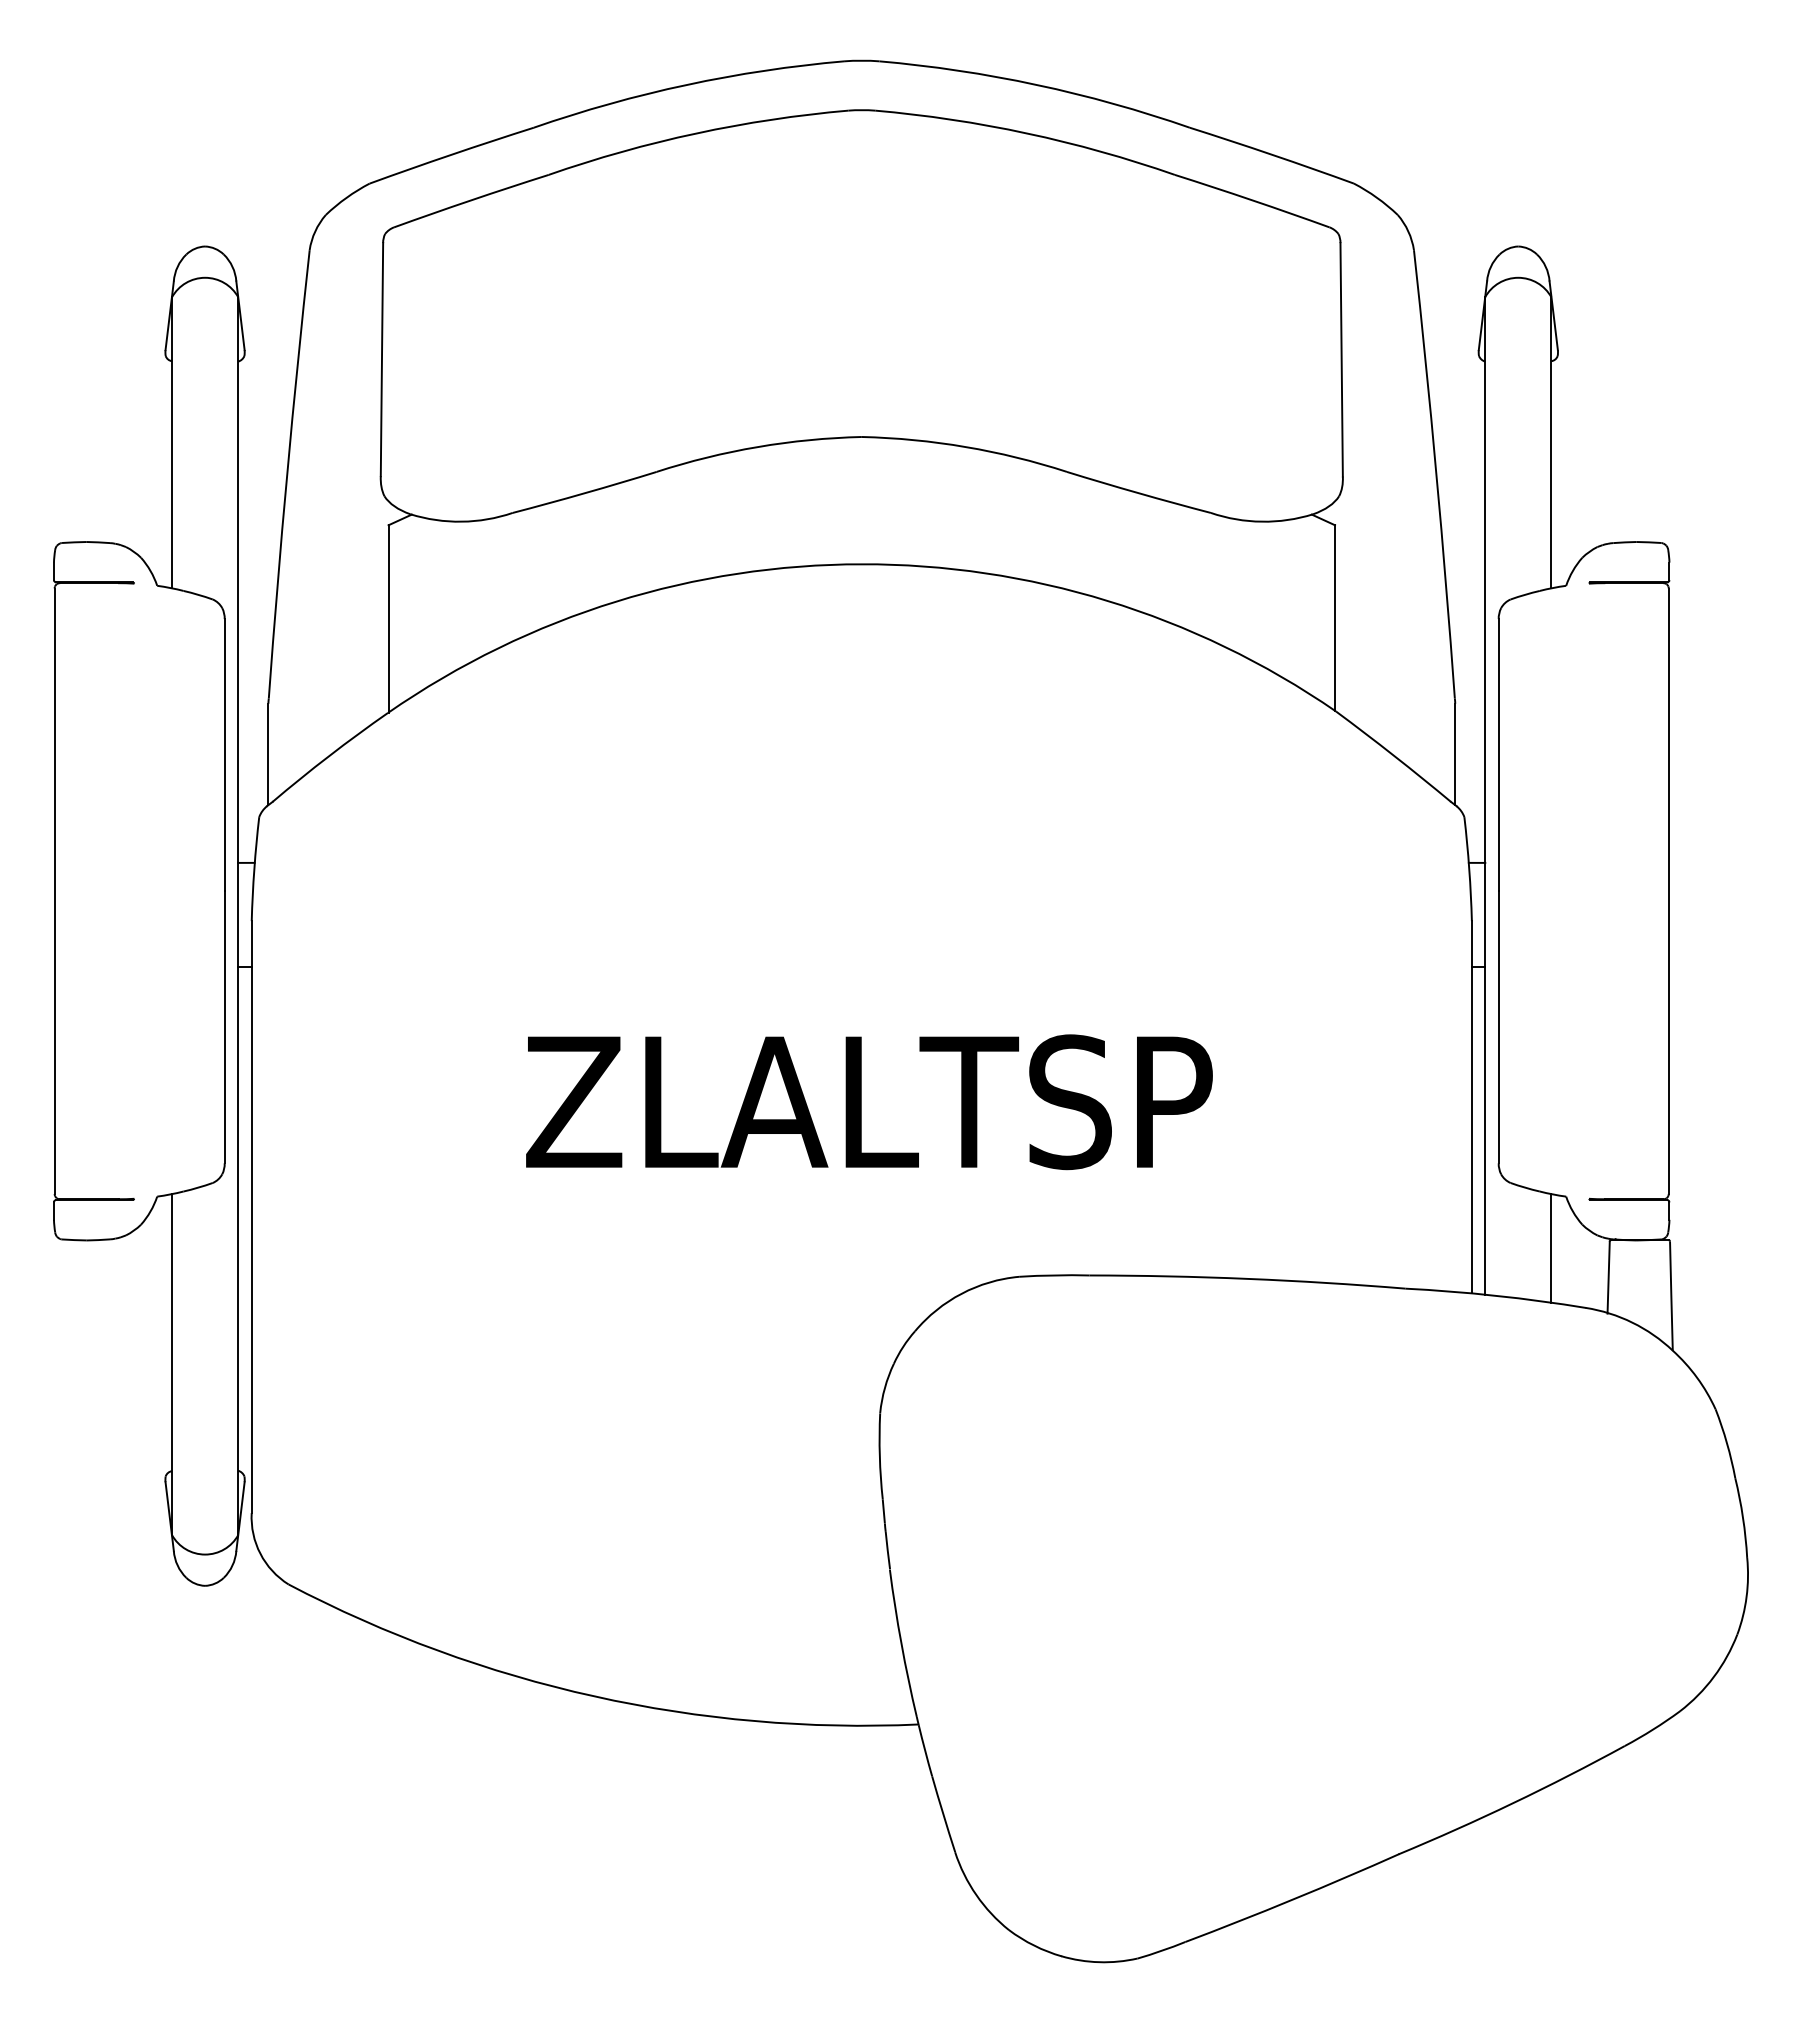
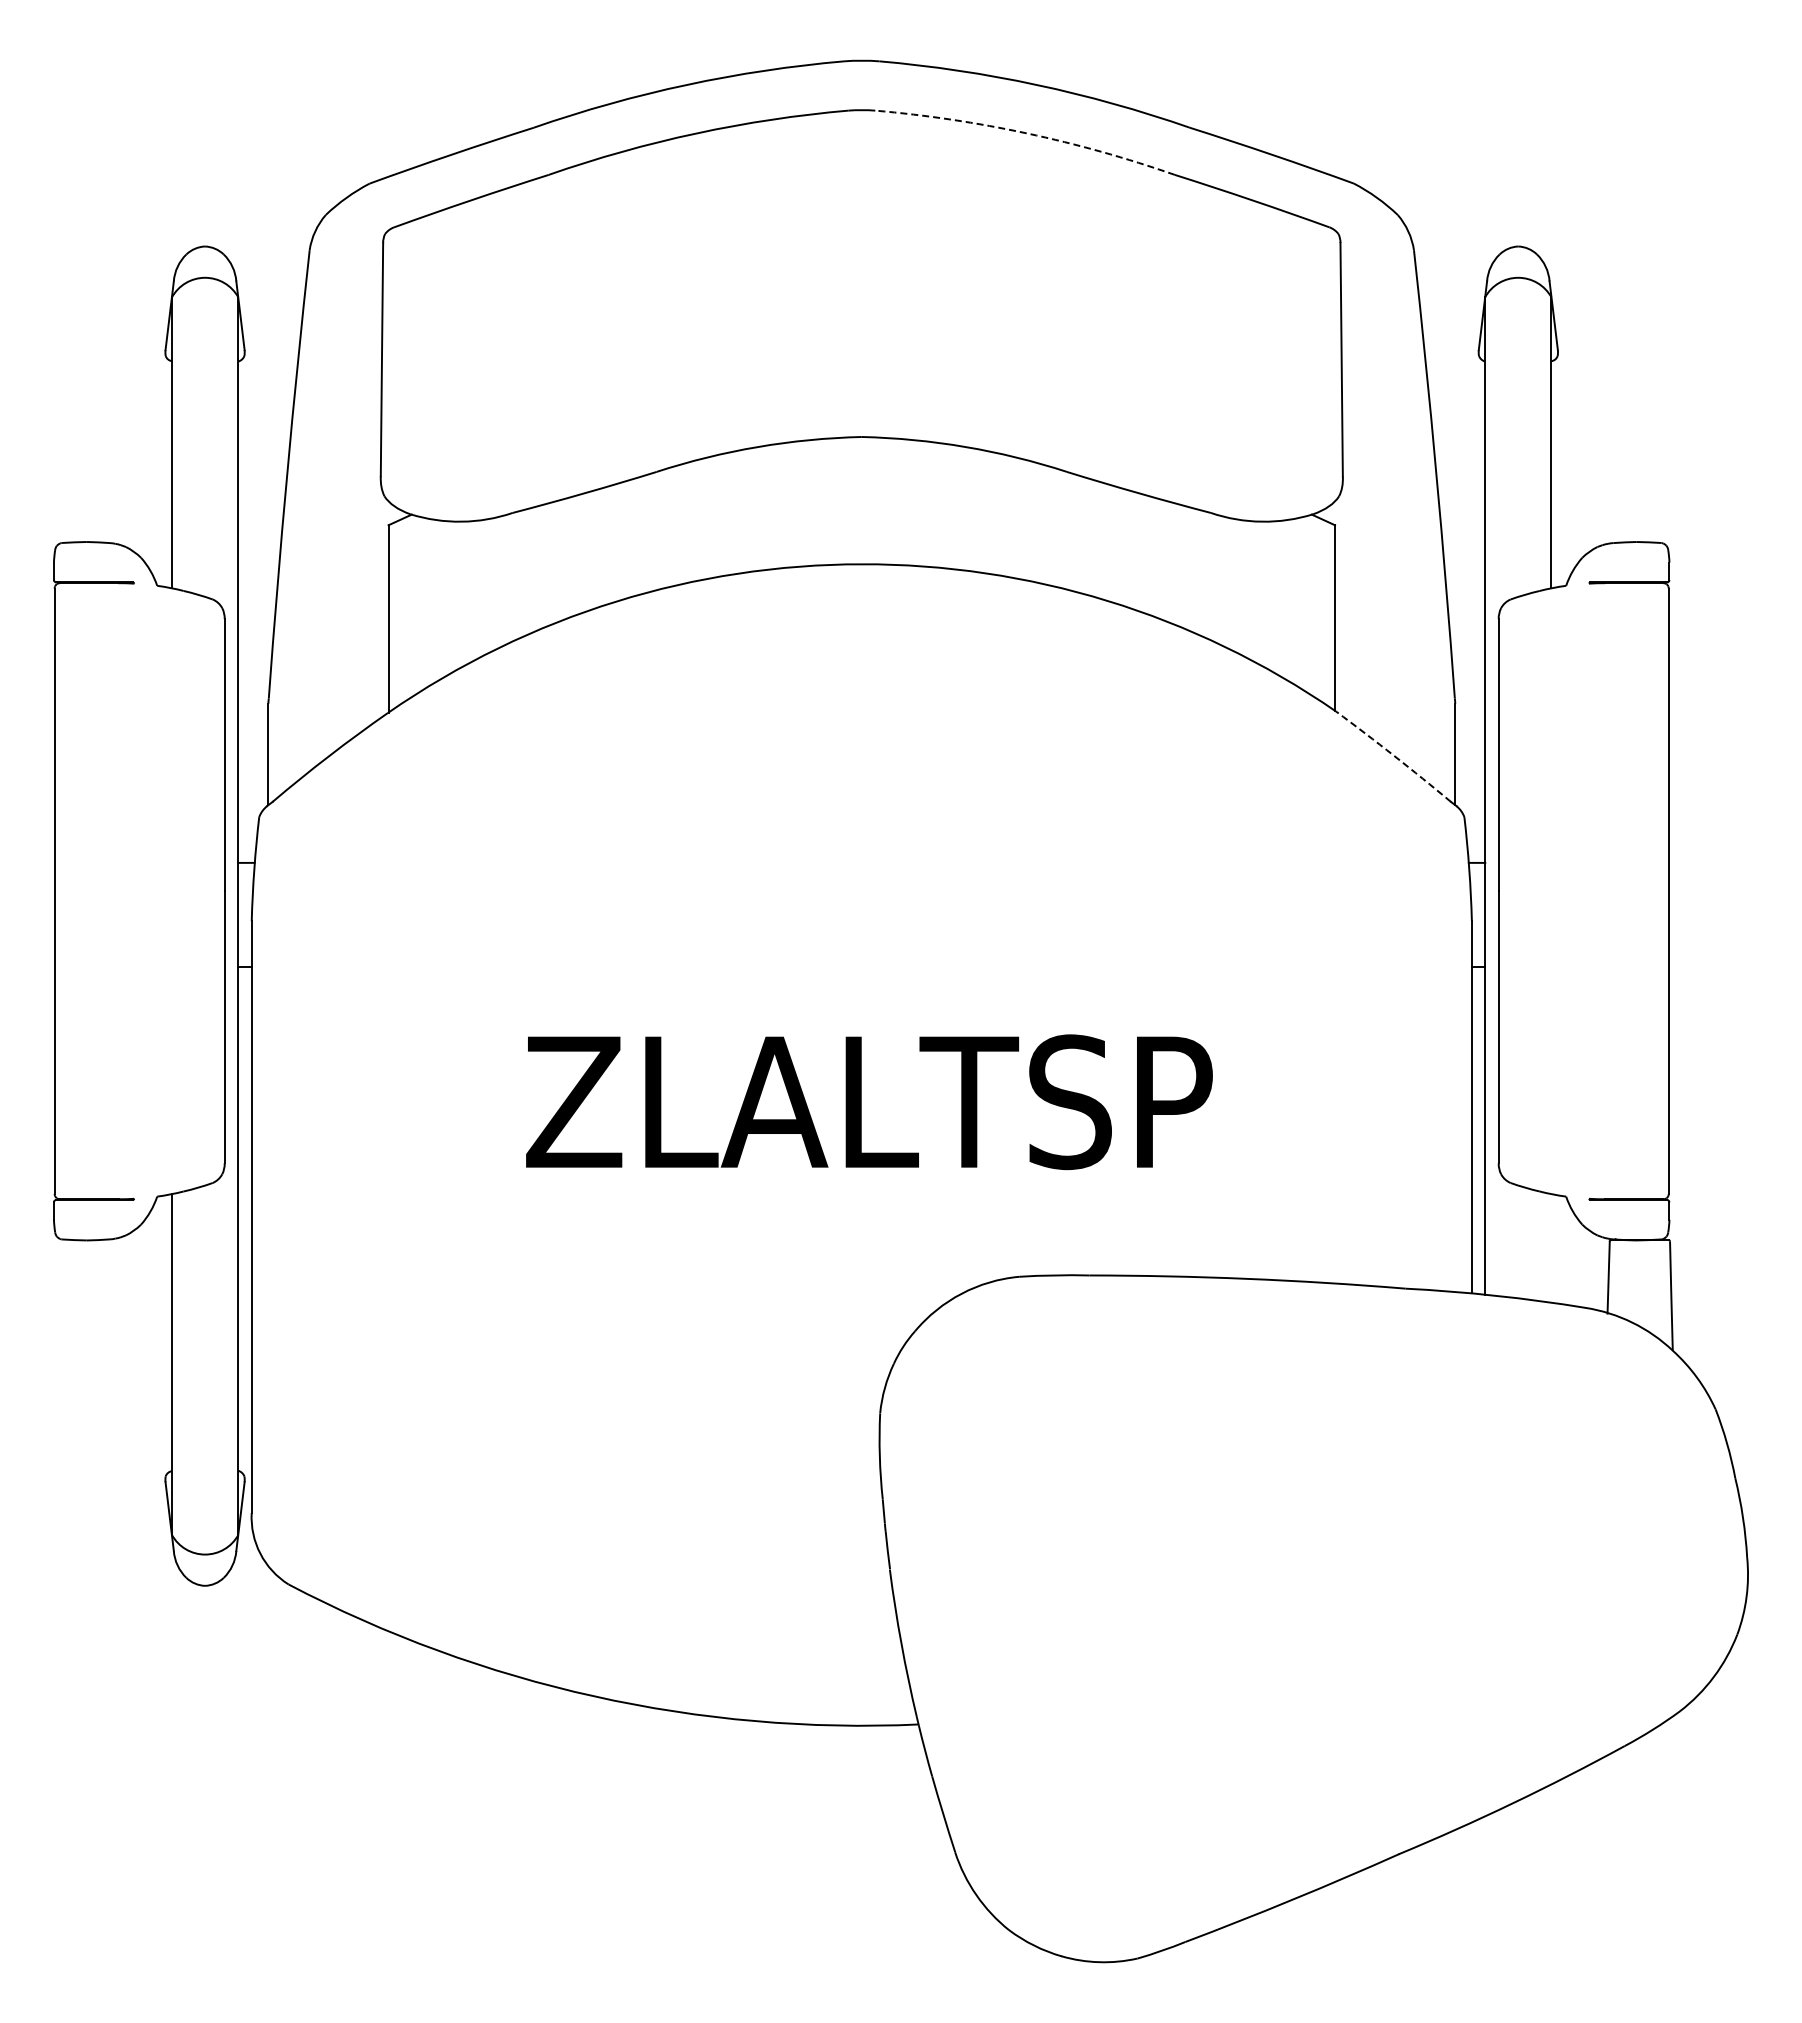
arc at (1027, 133): solid -> dashed
arc at (1394, 755): solid -> dashed
line at (1551, 1248): present -> none
